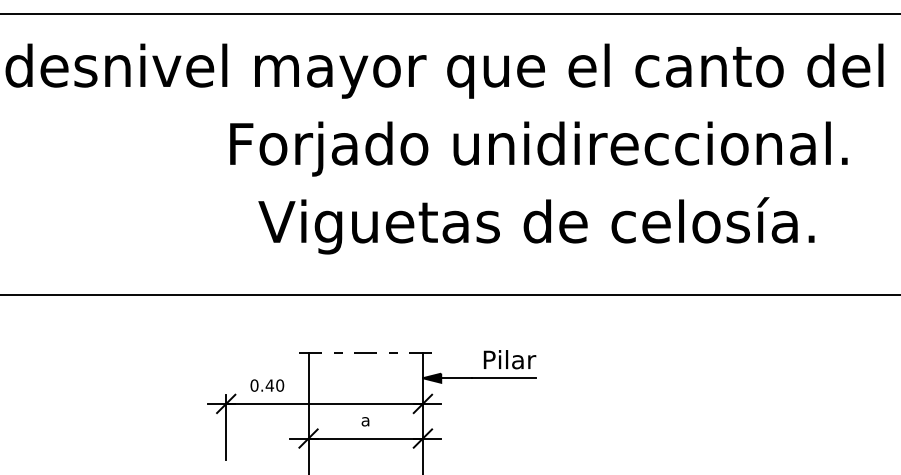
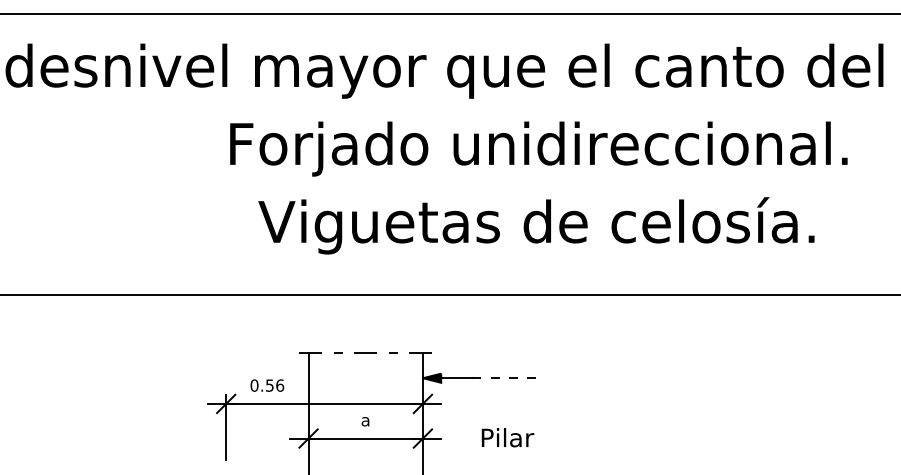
text at (509, 359) position: (509, 359) -> (507, 437)
line at (504, 378): solid -> dashed
text at (274, 385): 0.40 -> 0.56
